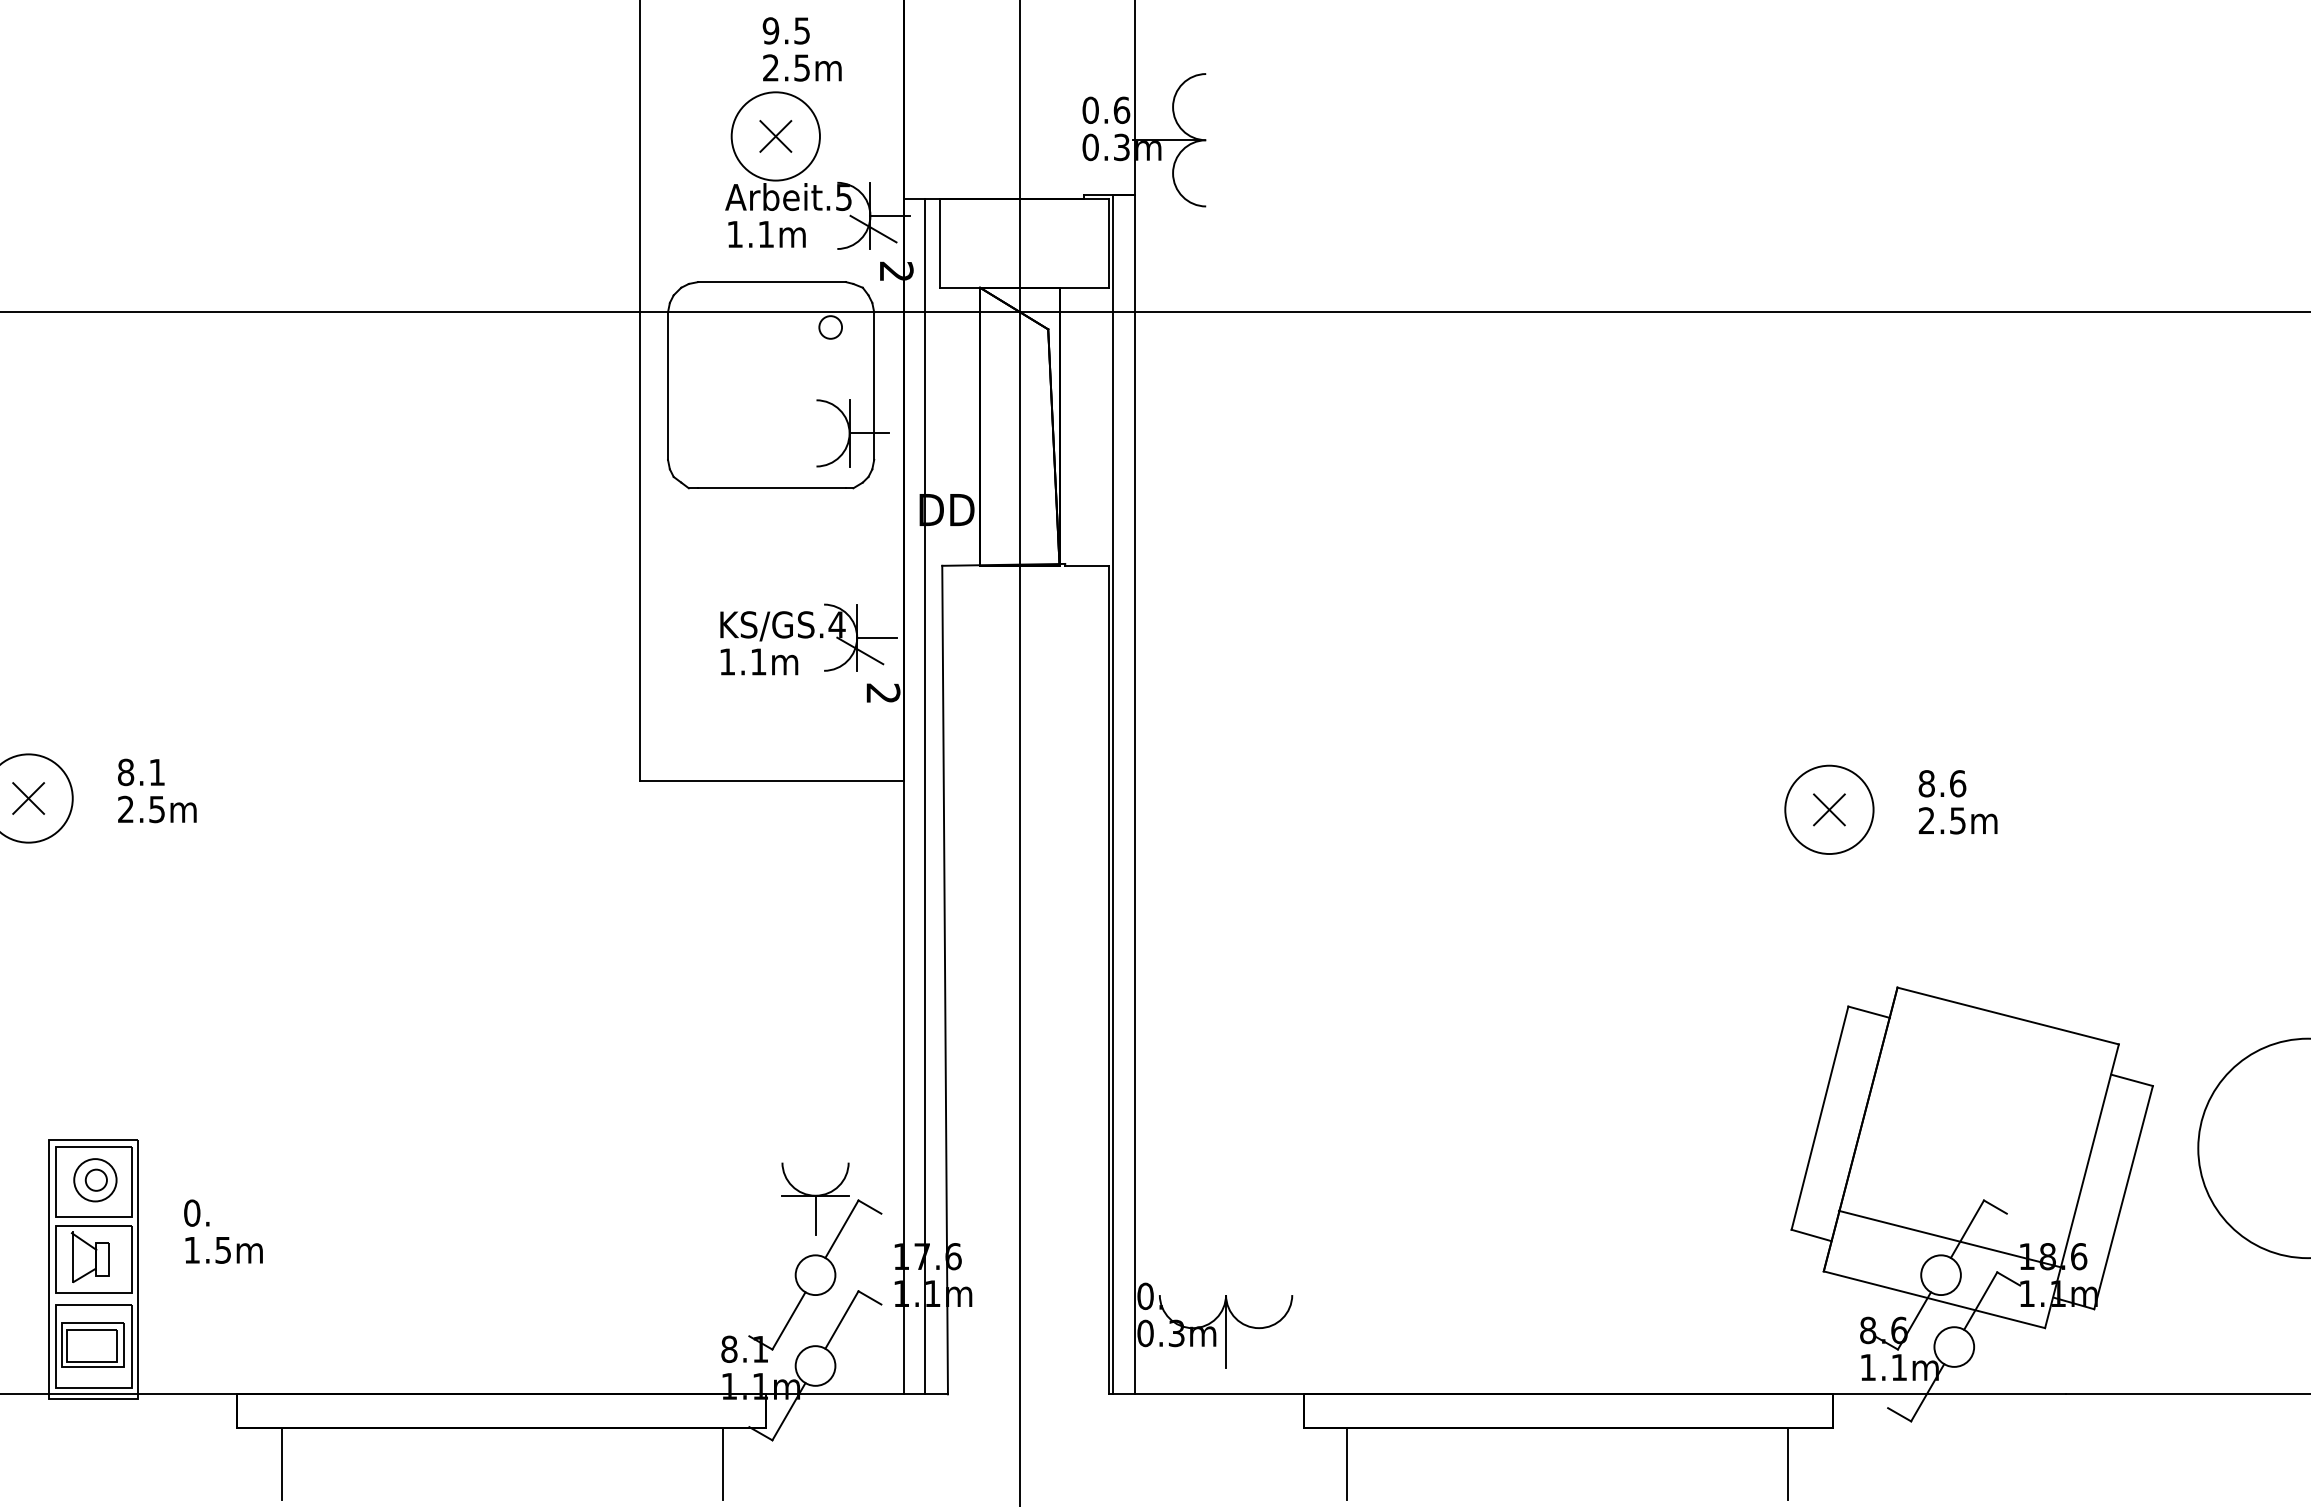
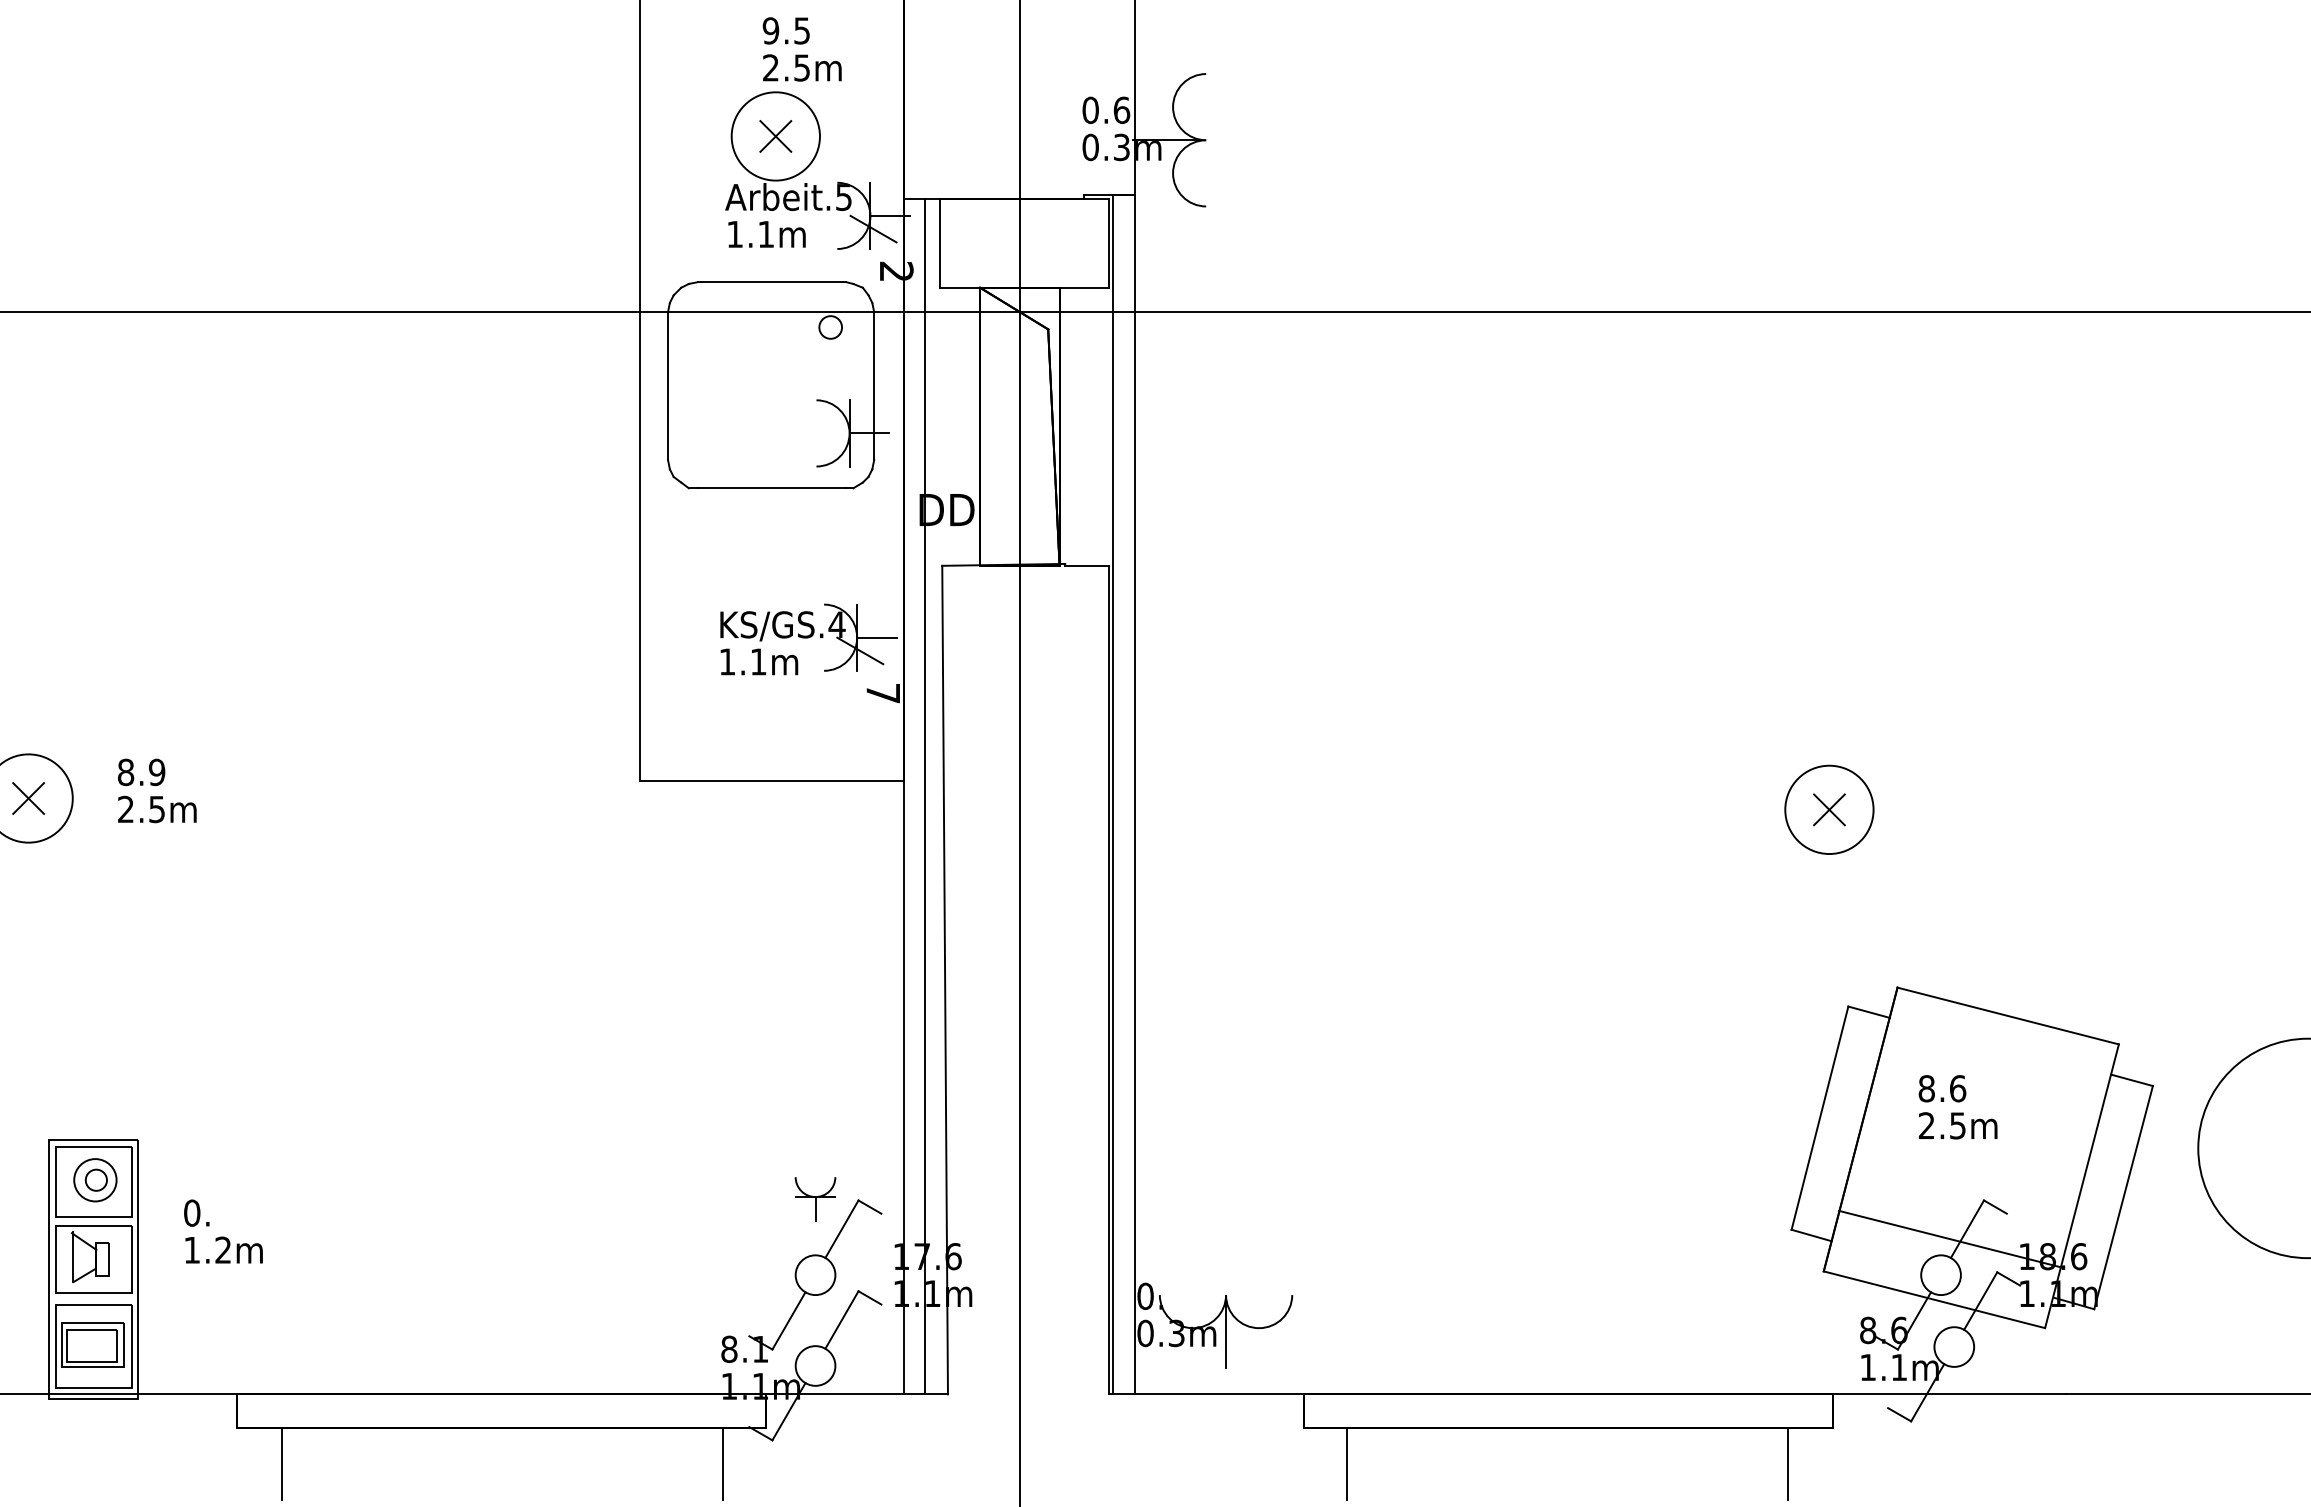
text at (883, 693): 2 -> 7
text at (157, 772): 8.1 -> 8.9
text at (1957, 802) position: (1957, 802) -> (1957, 1107)
part at (815, 1198) size: 69x74 px -> 43x45 px
text at (222, 1249): 1.5m -> 1.2m
